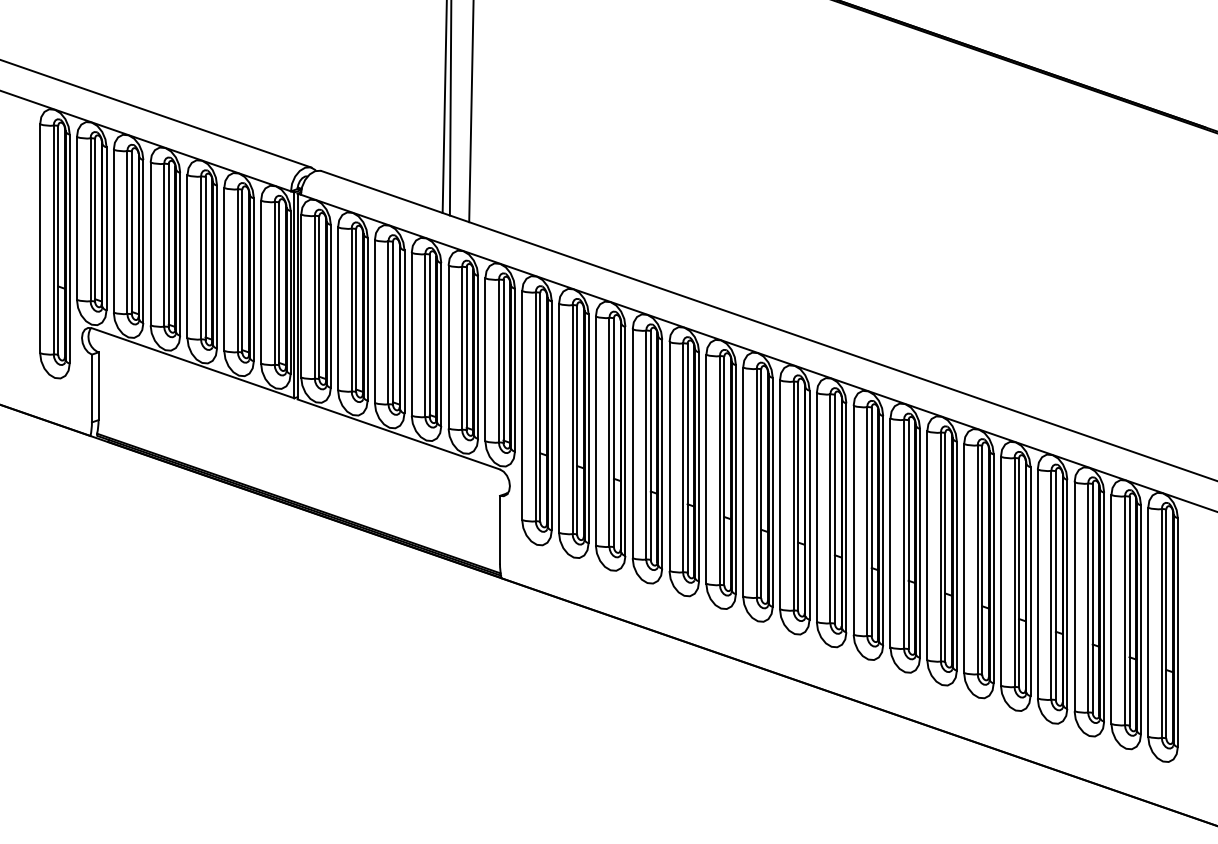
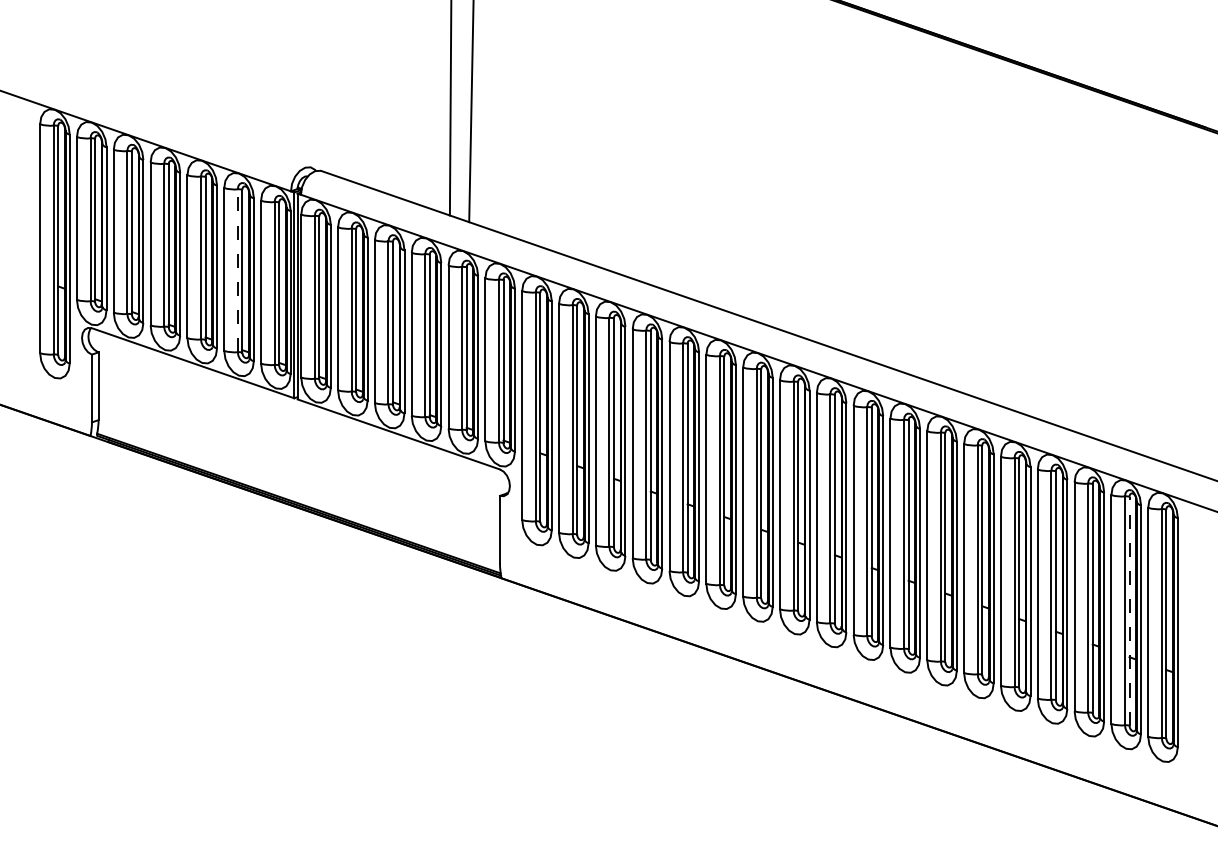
line at (444, 107): present -> none
line at (156, 113): present -> none
line at (237, 270): solid -> dashed
line at (1129, 610): solid -> dashed
